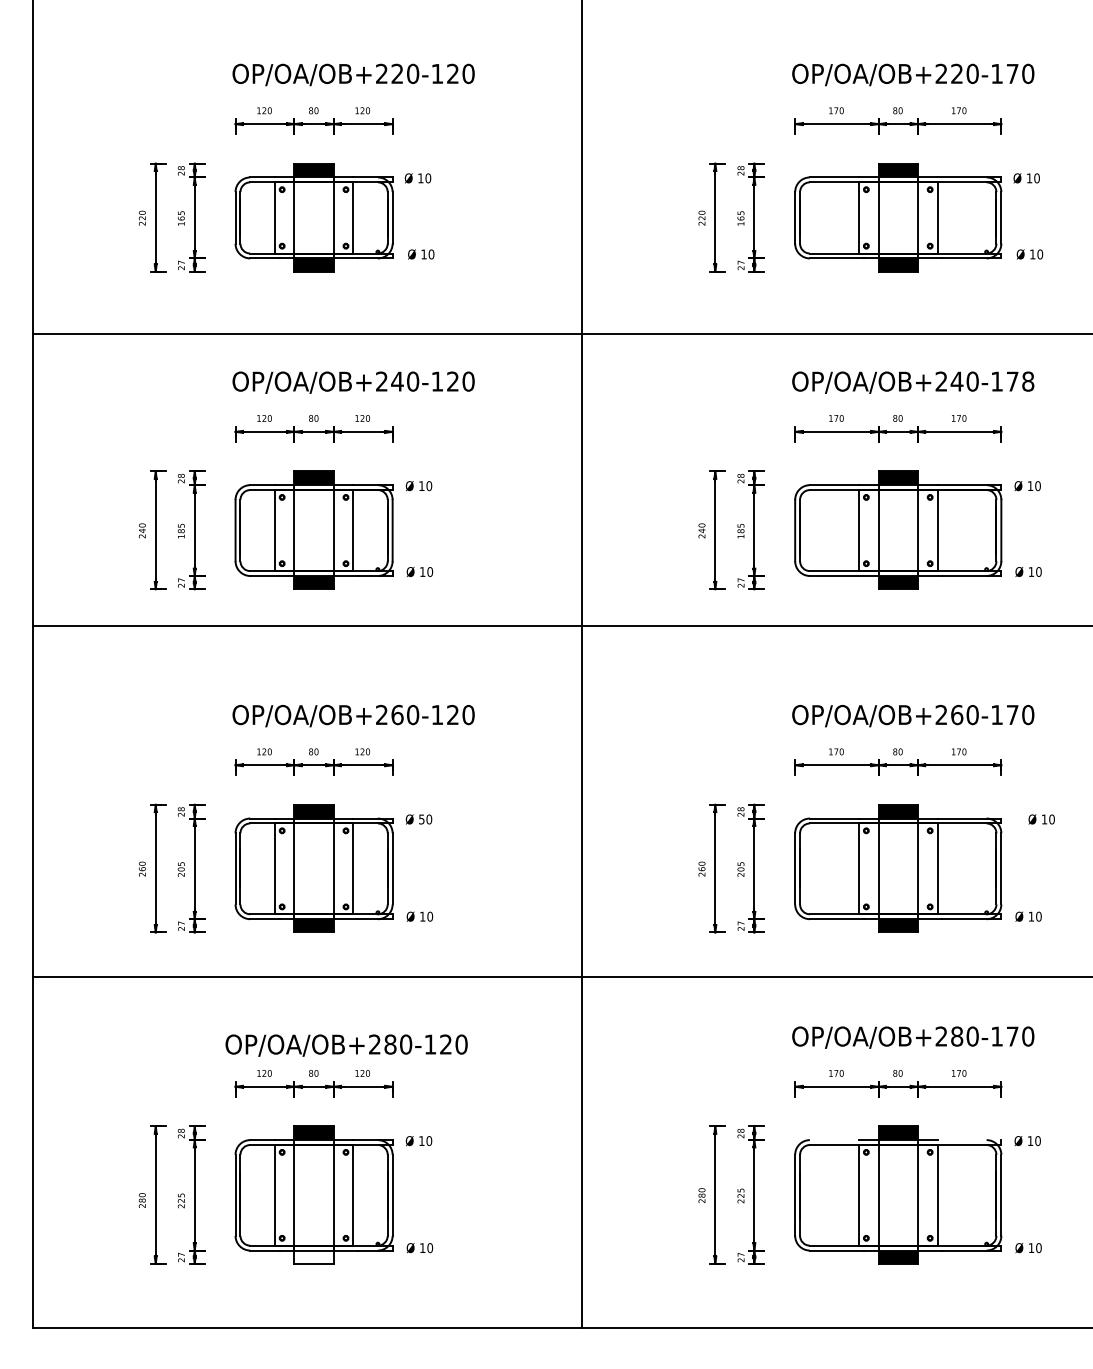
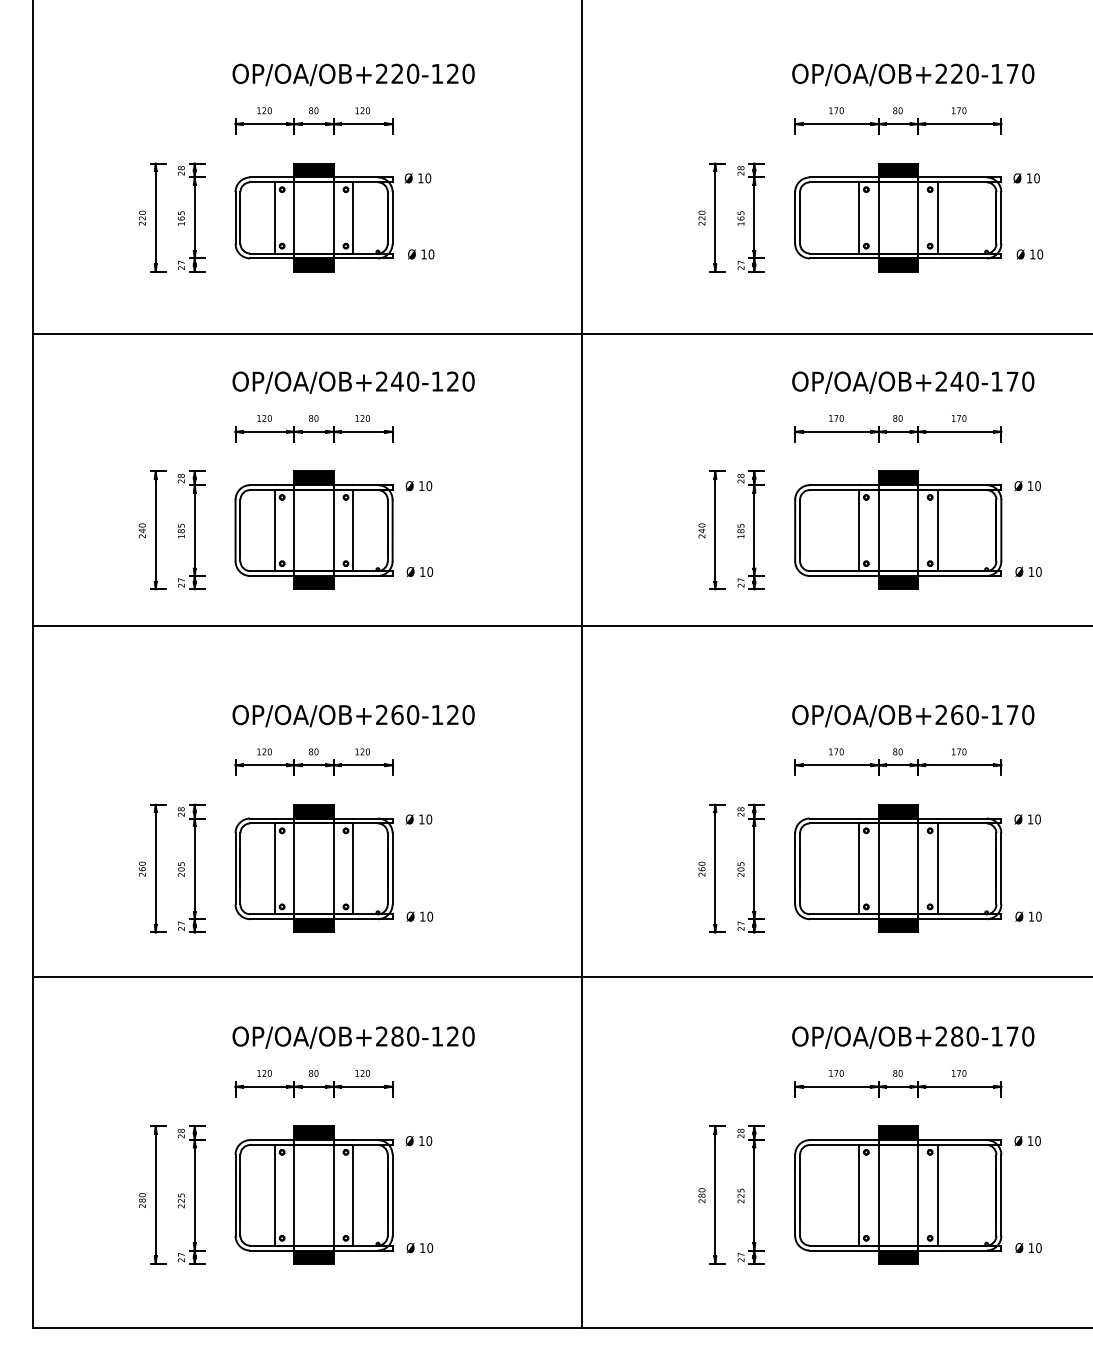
text at (1028, 381): OP/OA/OB+240-178 -> OP/OA/OB+240-170
text at (421, 819): 50 -> 10
text at (1041, 819) position: (1041, 819) -> (1027, 819)
text at (346, 1045) position: (346, 1045) -> (353, 1037)
line at (833, 1140): none -> present
line at (969, 1140): none -> present
fill at (313, 1256): none -> present
